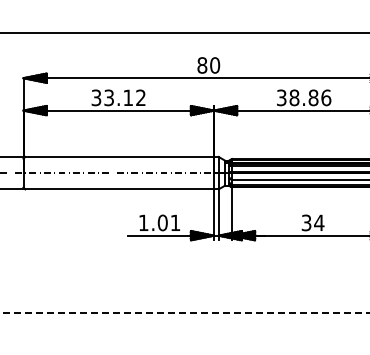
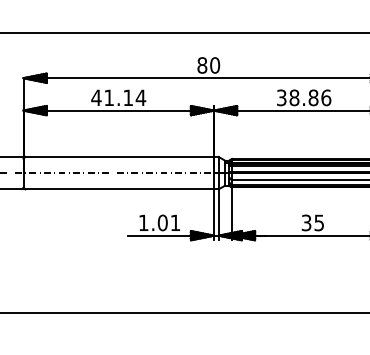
text at (118, 97): 33.12 -> 41.14
text at (319, 222): 34 -> 35
line at (184, 313): dashed -> solid
